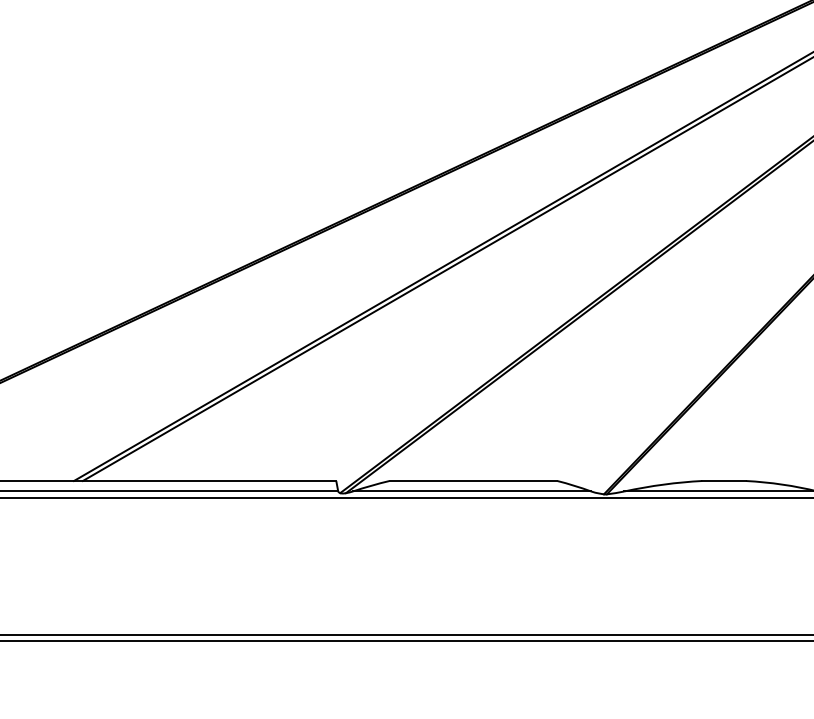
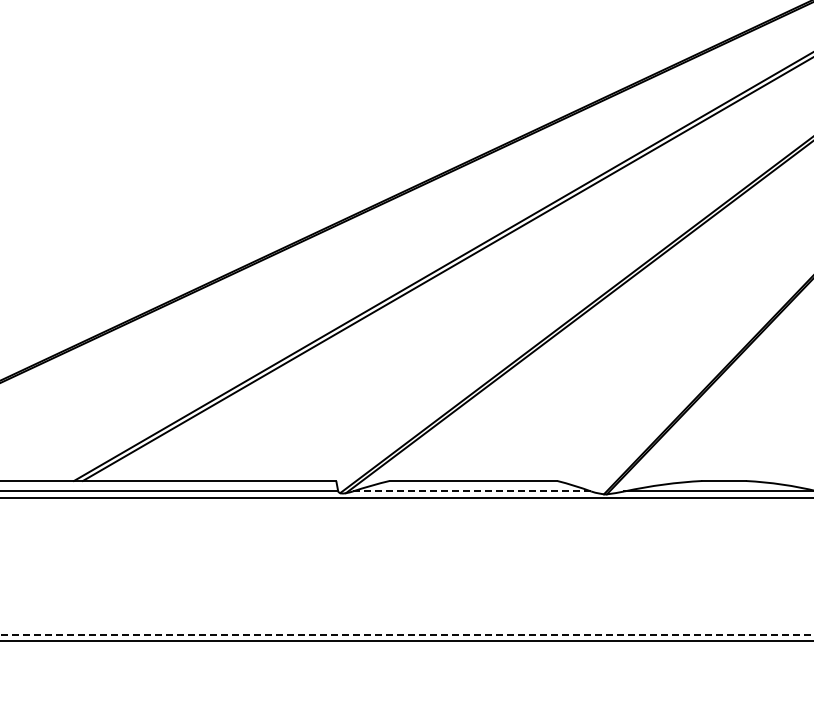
line at (472, 491): solid -> dashed
line at (407, 634): solid -> dashed
